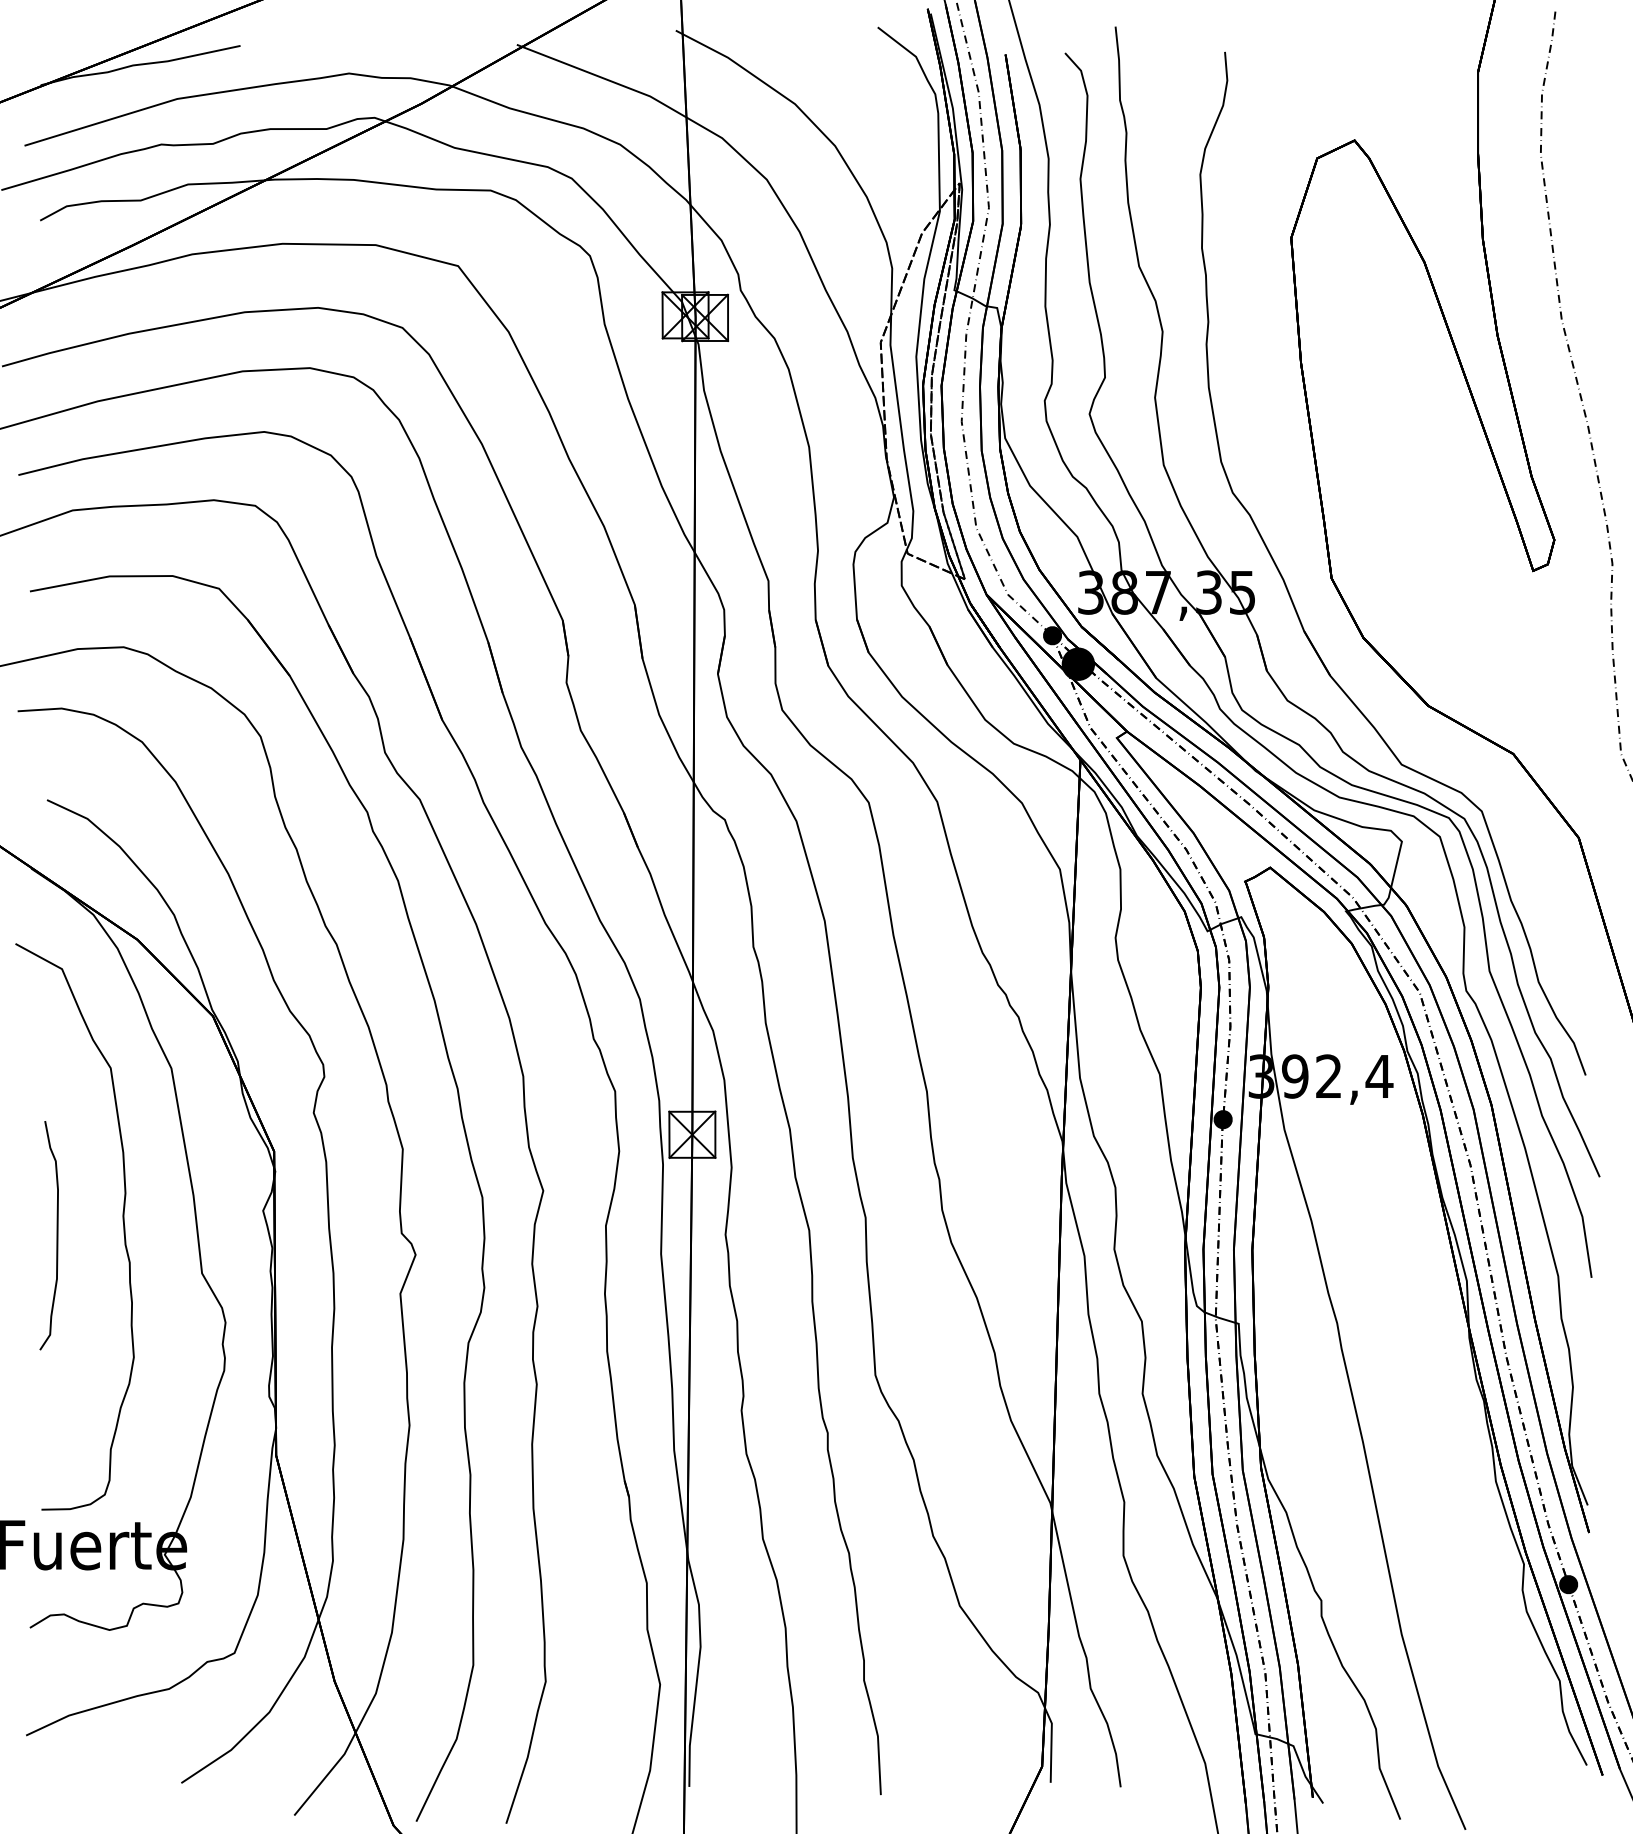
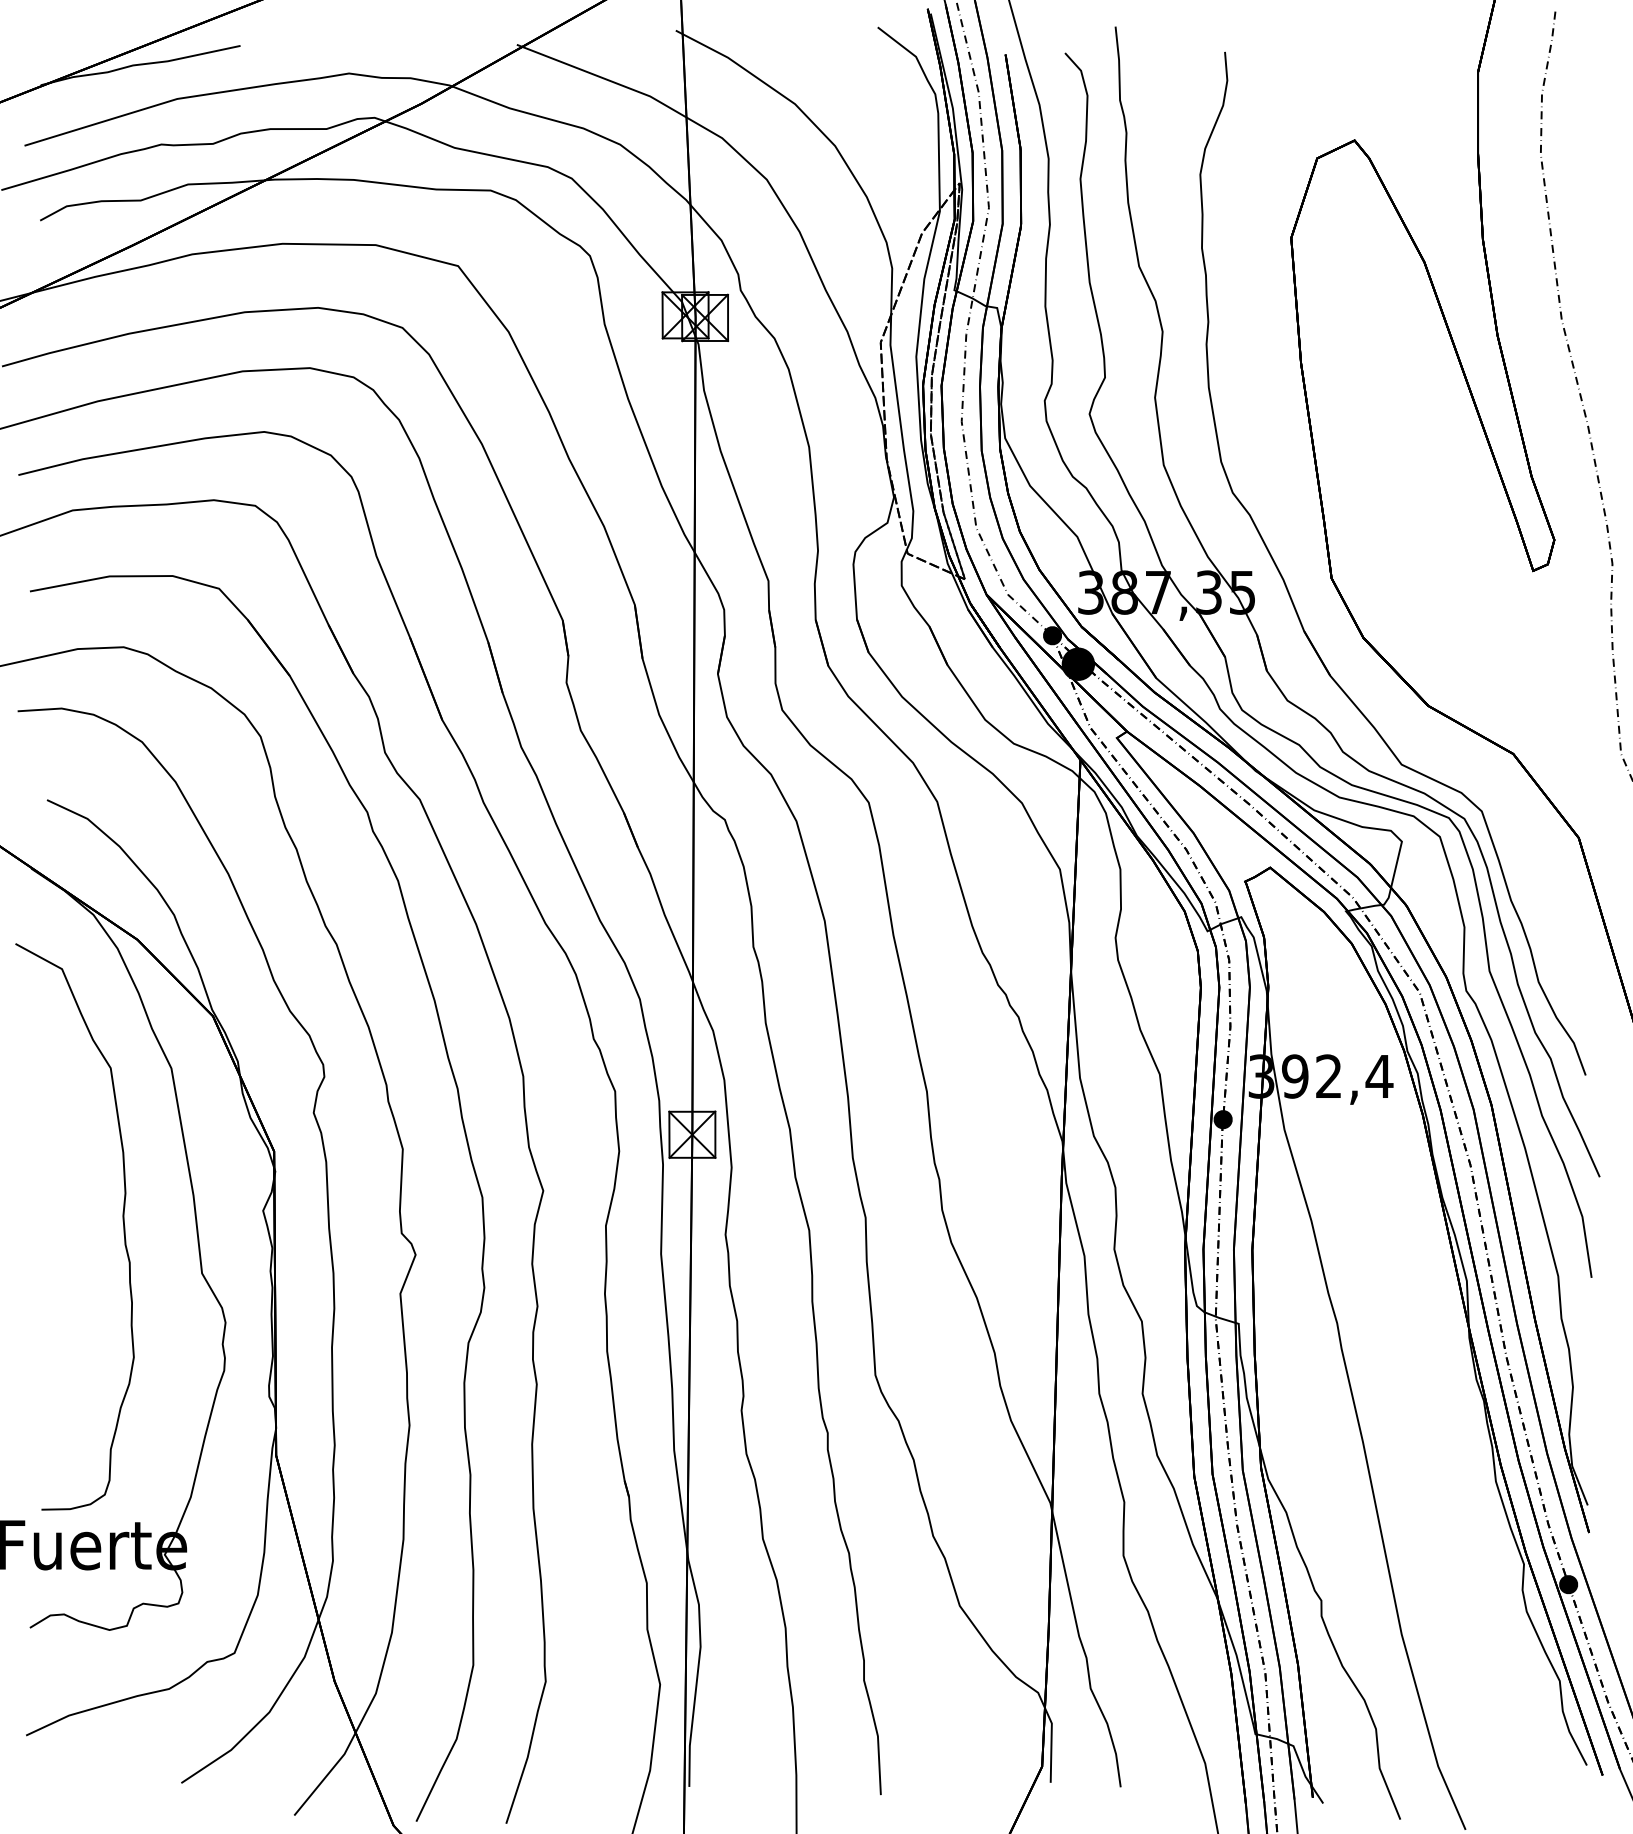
curve at (56, 1235): present -> none
